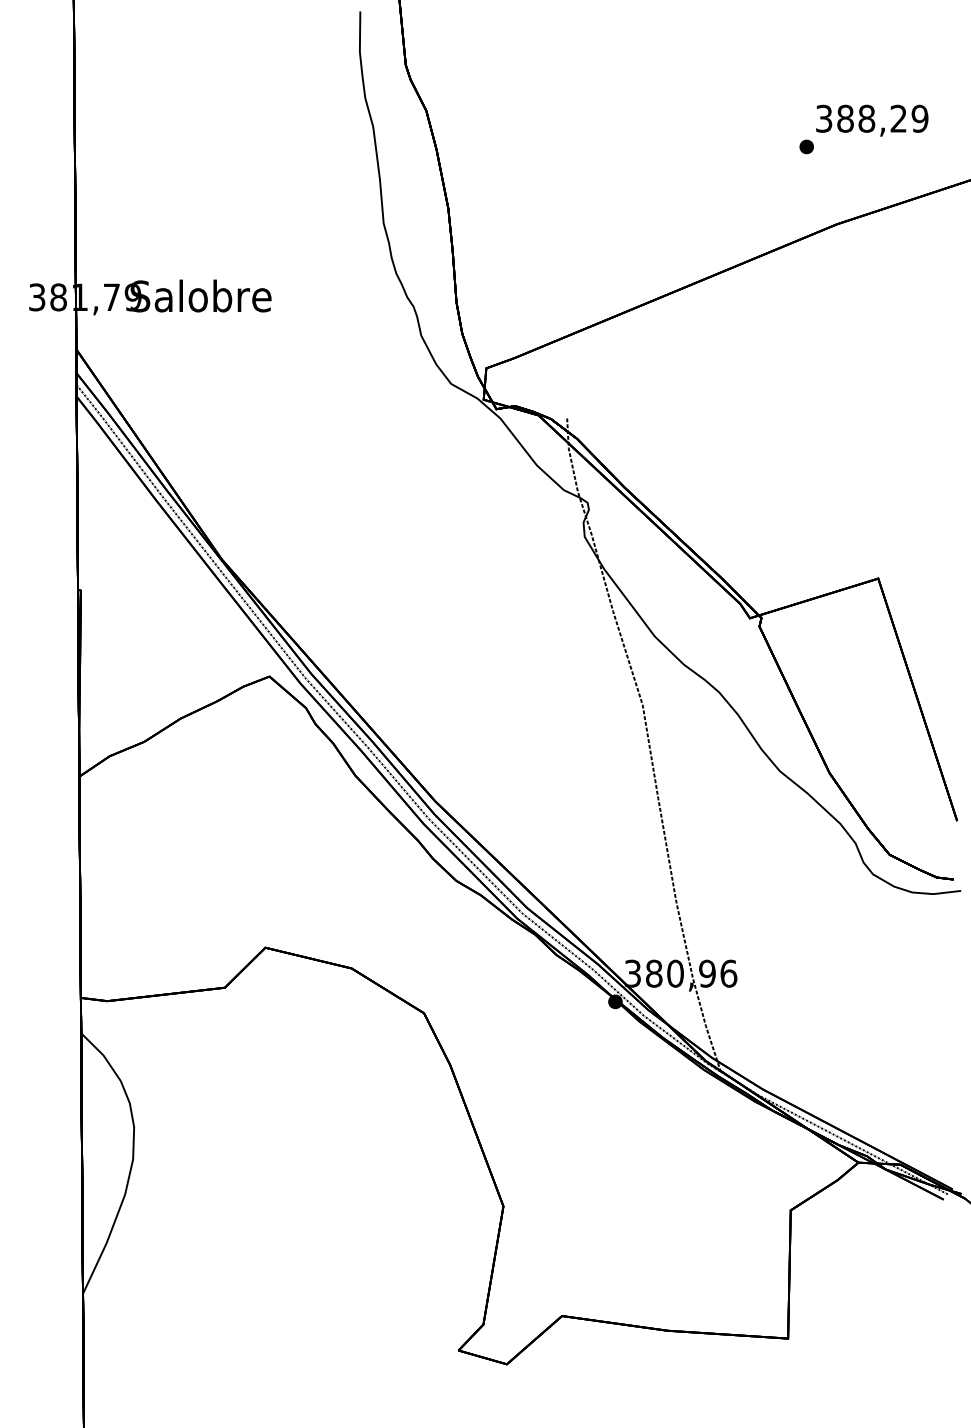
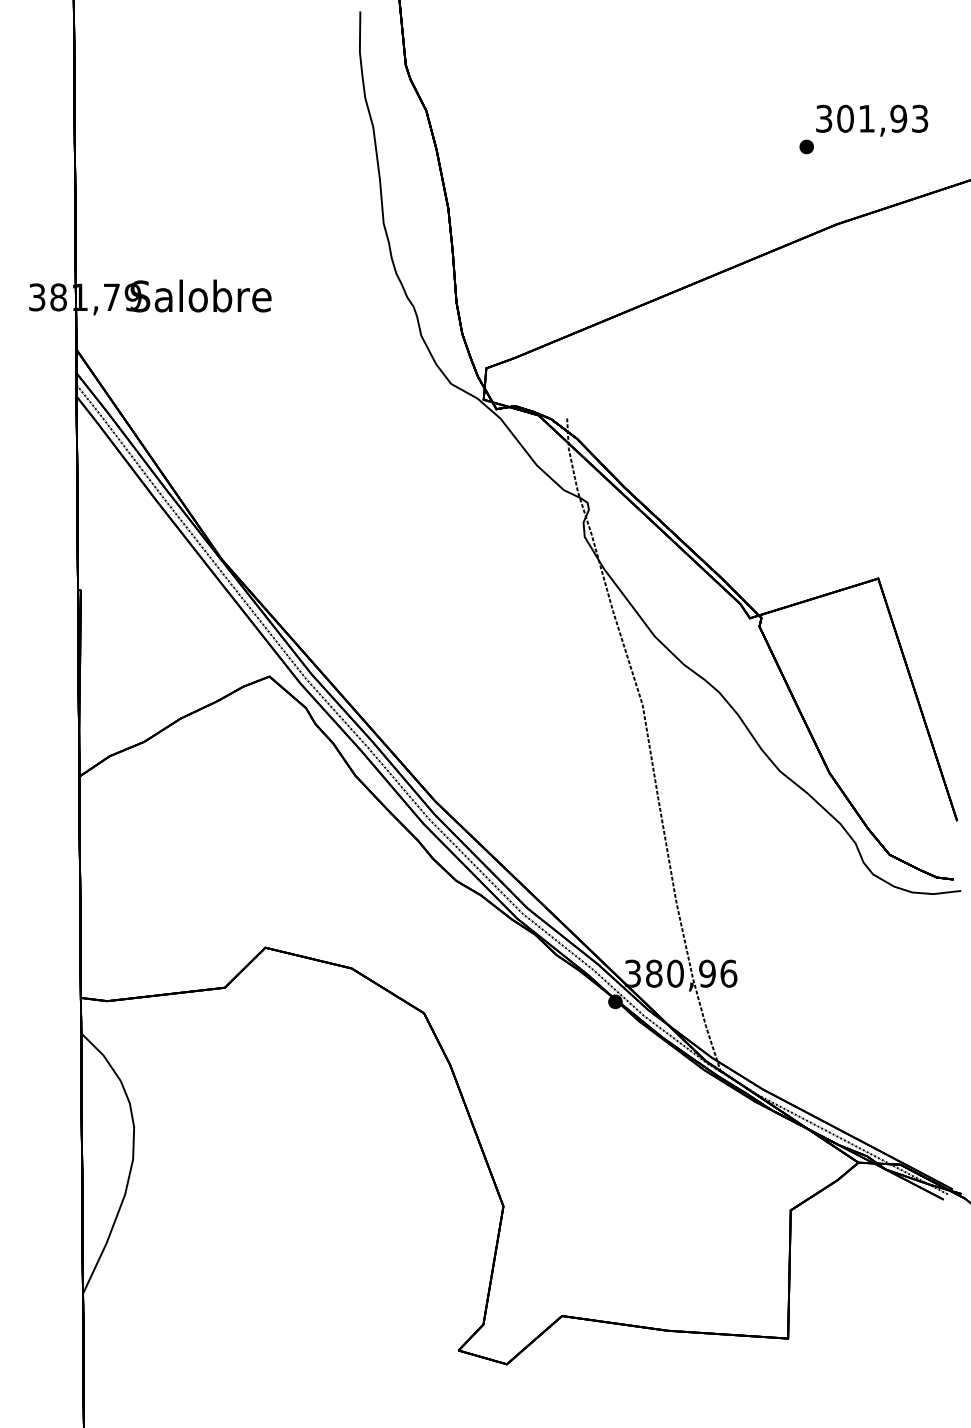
text at (882, 118): 388,29 -> 301,93
